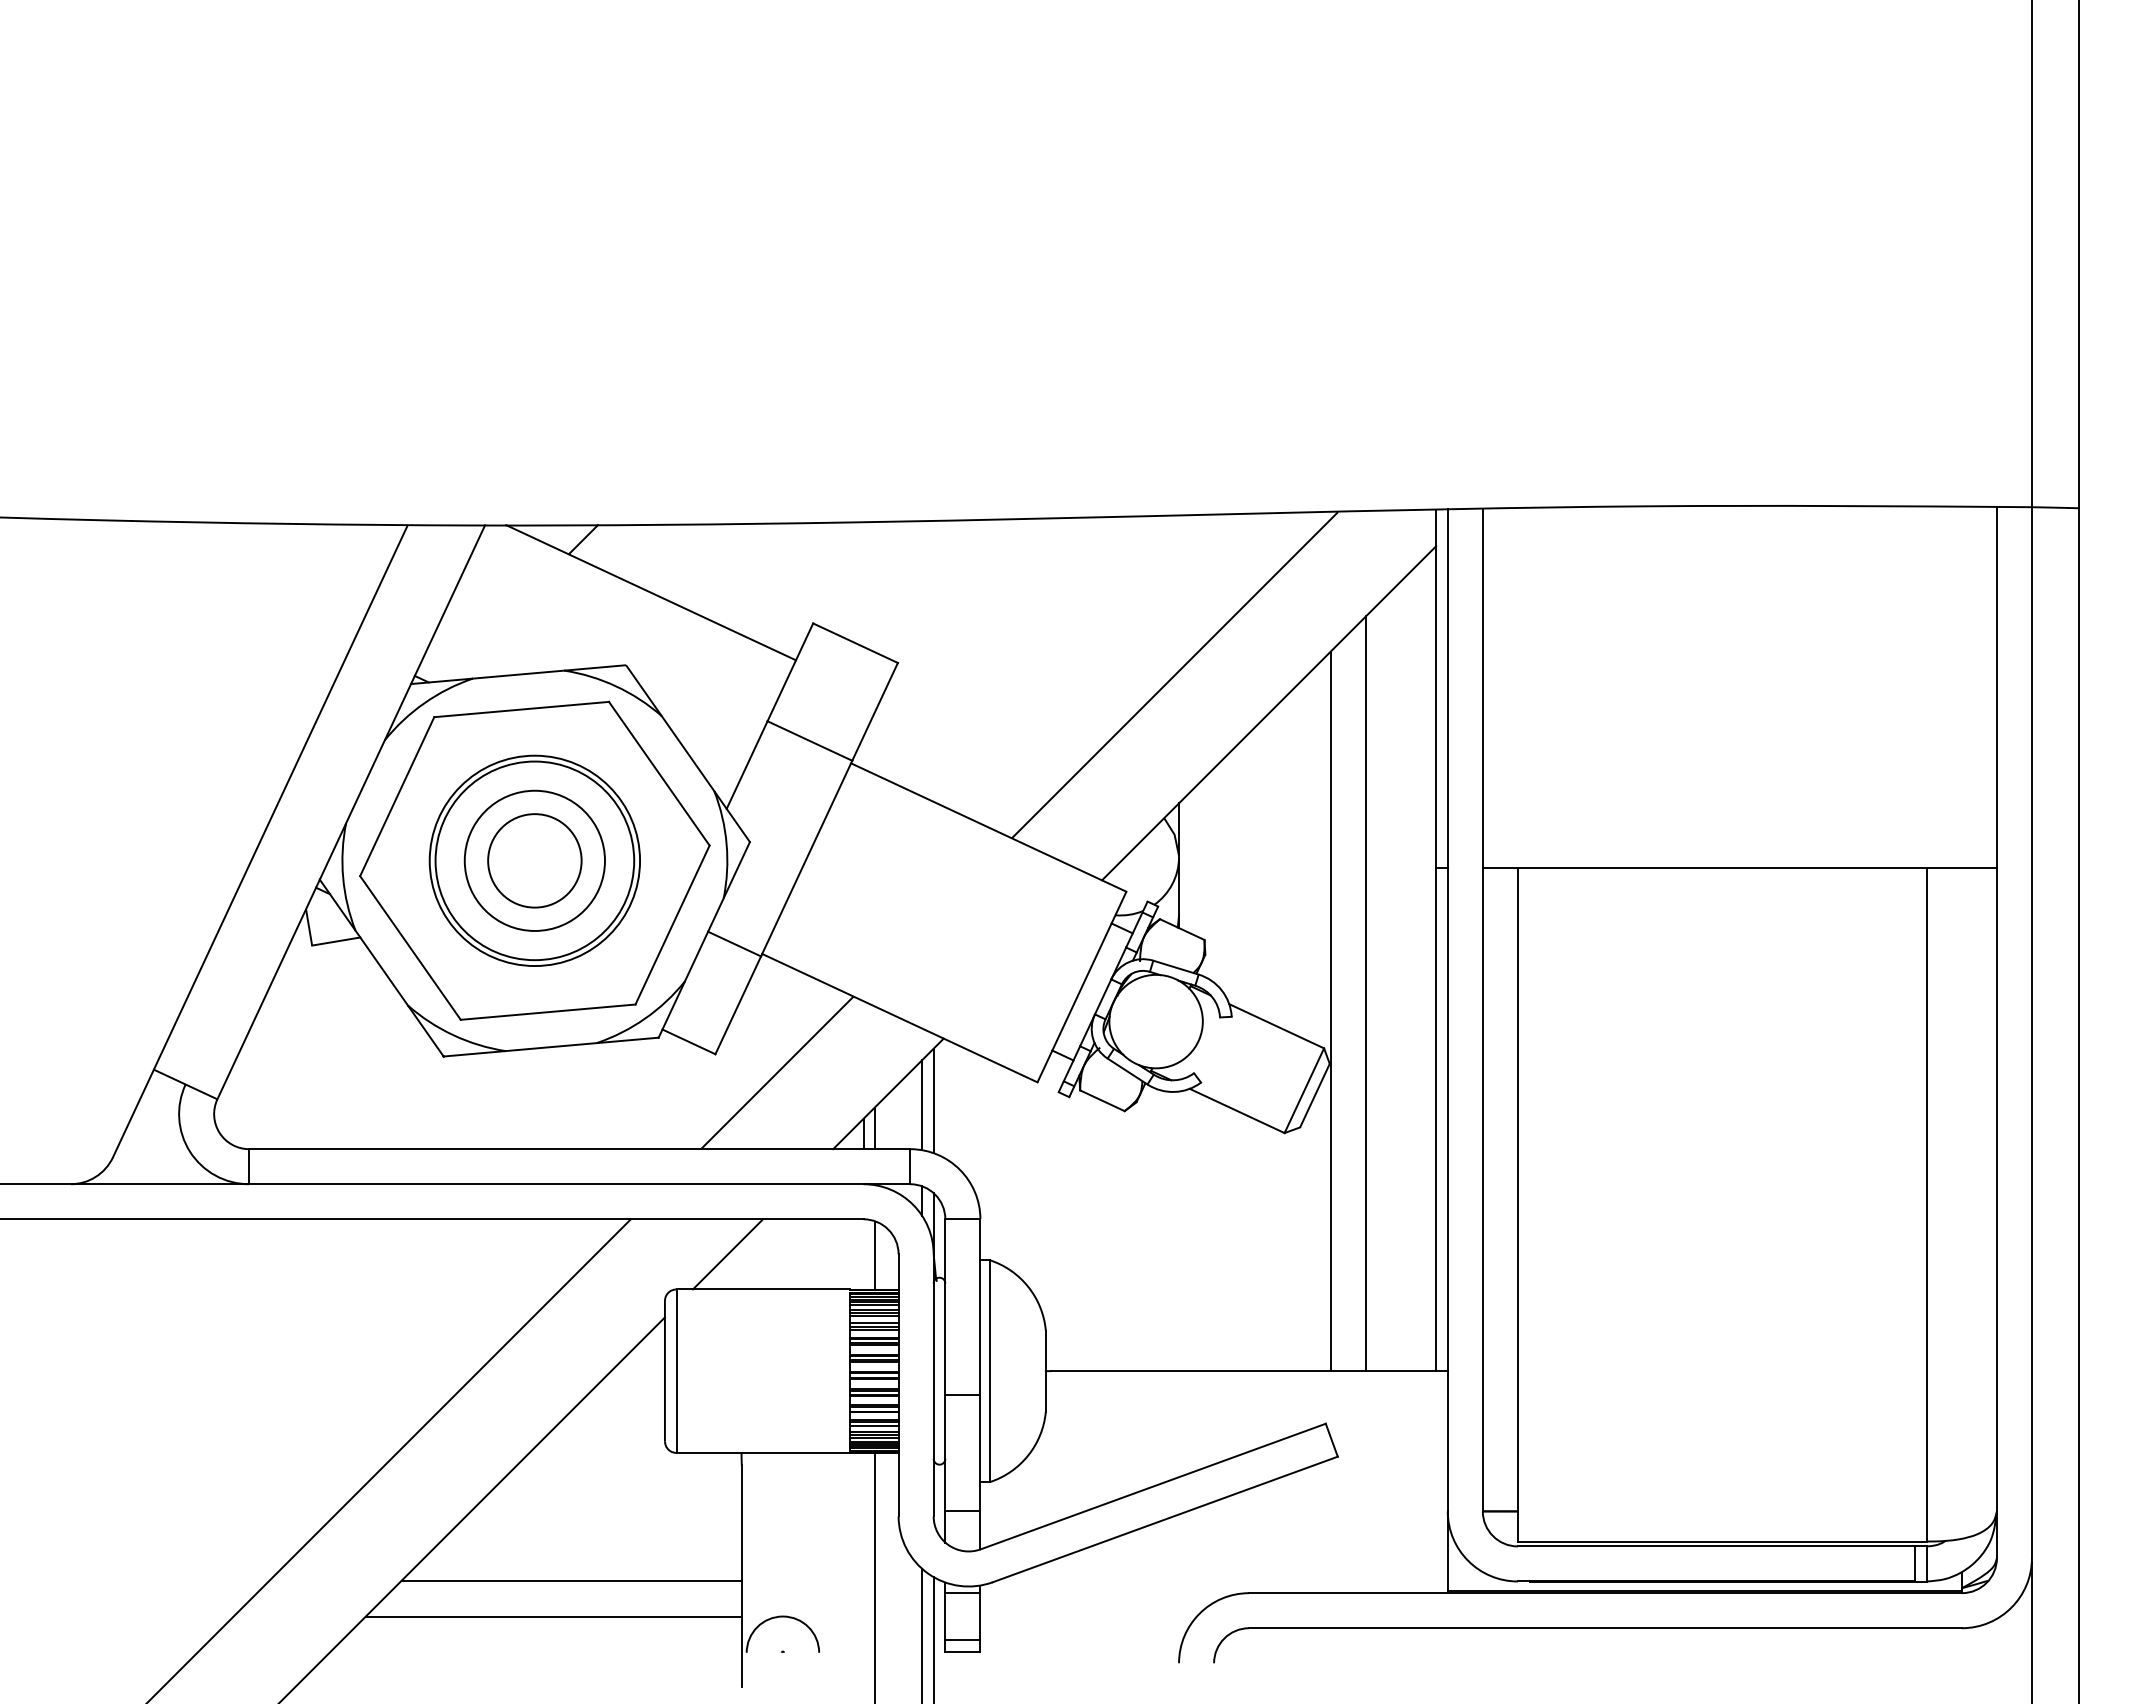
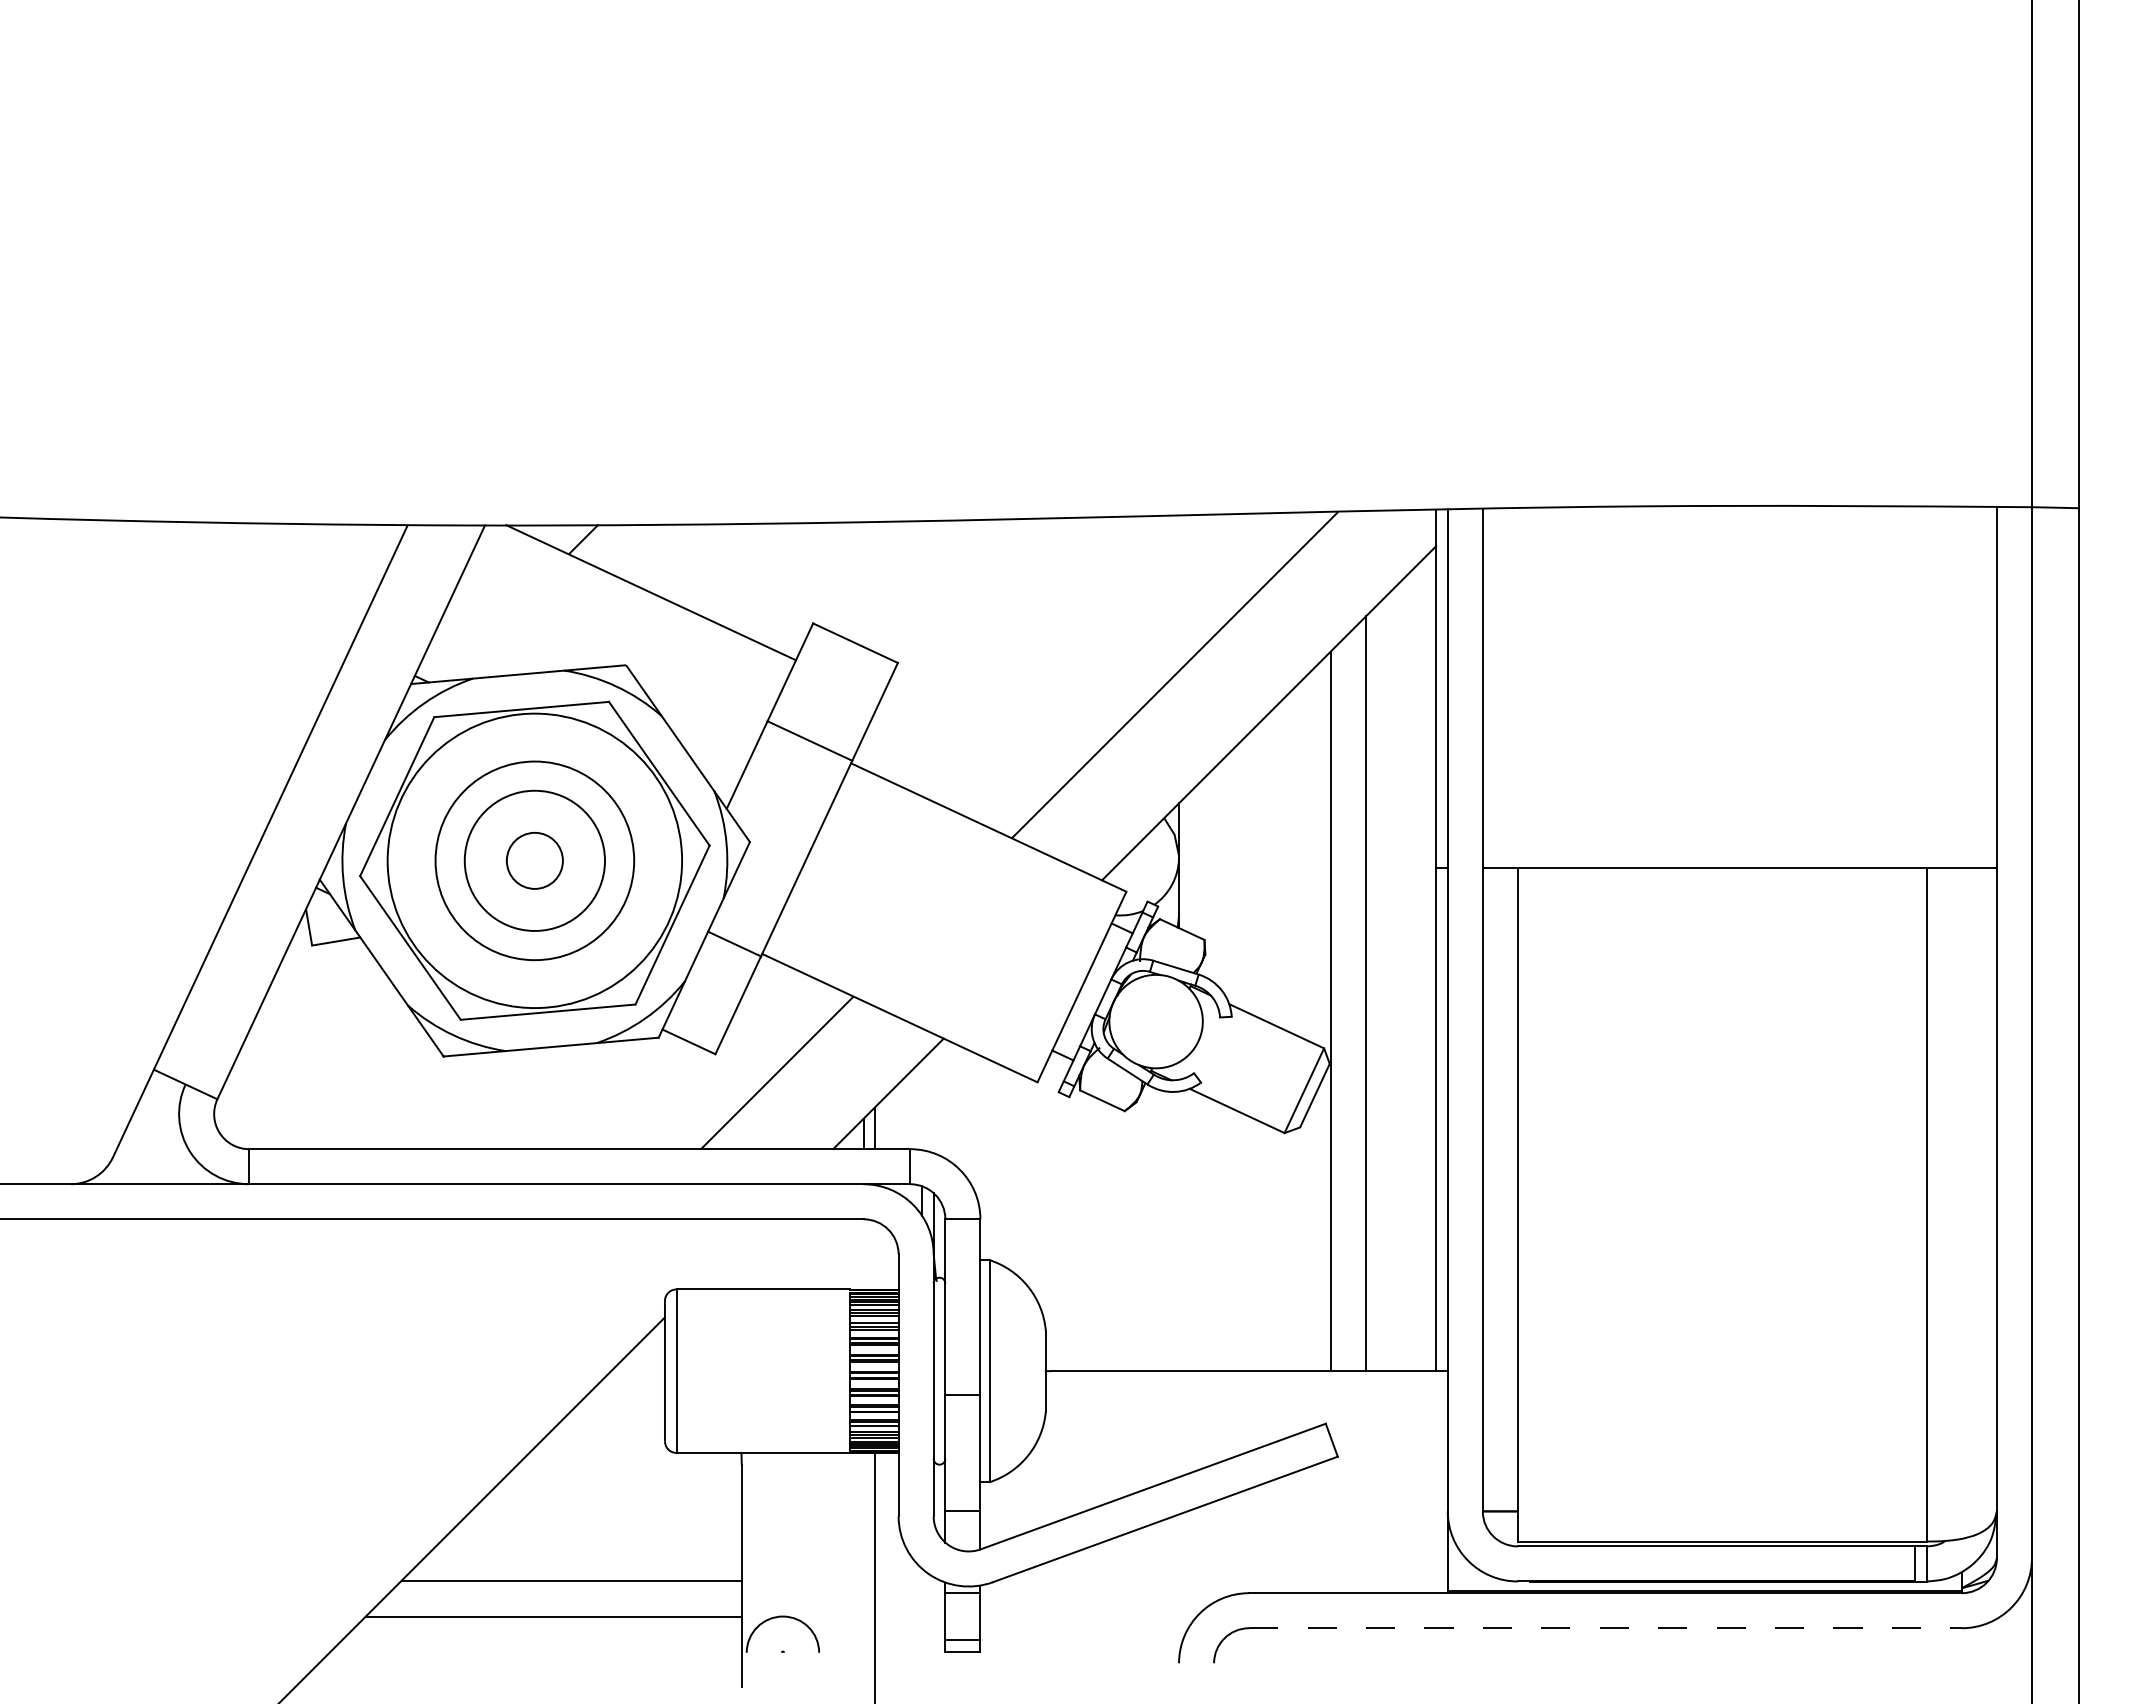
circle at (534, 860) diameter: 210 px -> 294 px
circle at (534, 860) diameter: 93 px -> 56 px
line at (933, 1100): present -> none
line at (921, 1105): present -> none
line at (727, 1254): present -> none
line at (875, 1255): present -> none
line at (389, 1459): present -> none
line at (1606, 1628): solid -> dashed
line at (921, 1634): present -> none
line at (933, 1638): present -> none
